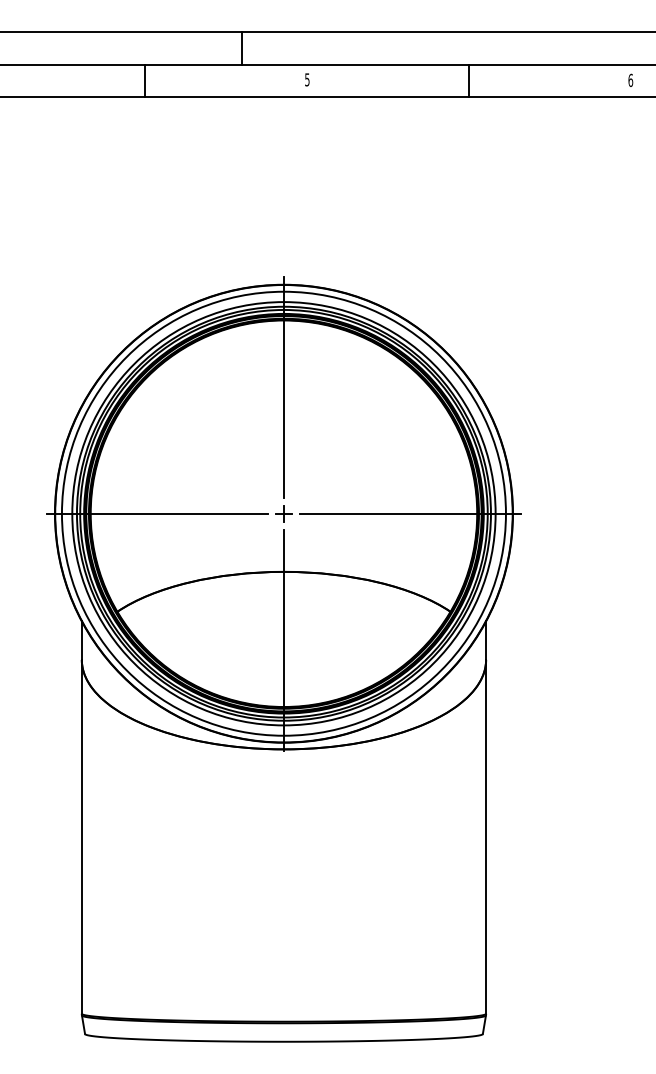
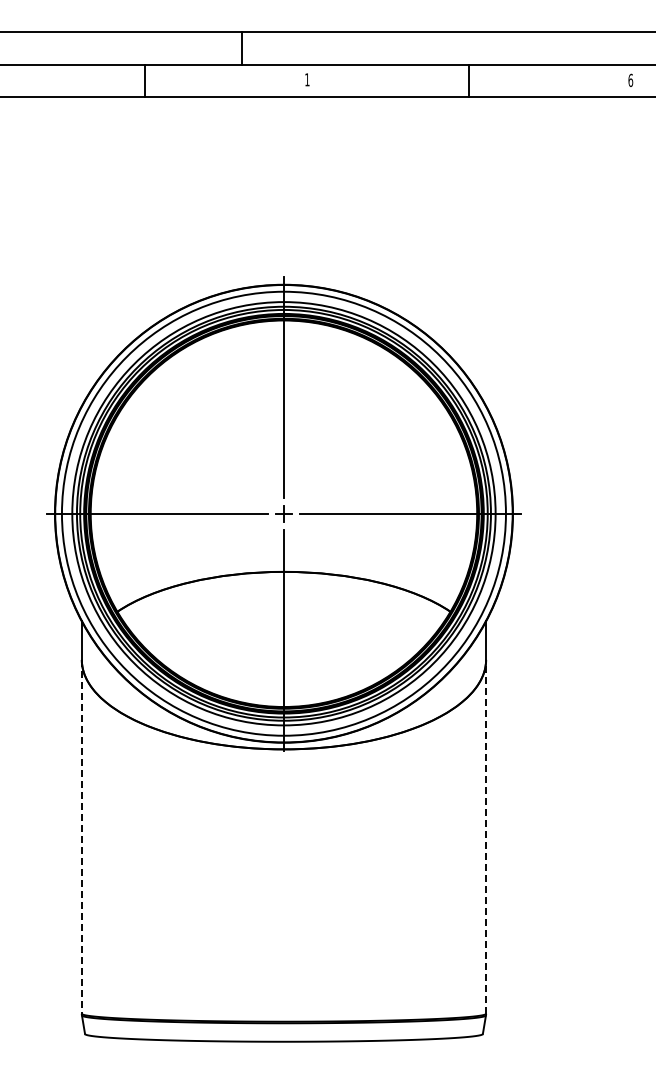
text at (307, 79): 5 -> 1
line at (81, 836): solid -> dashed
line at (486, 836): solid -> dashed
